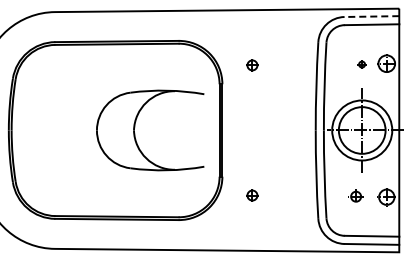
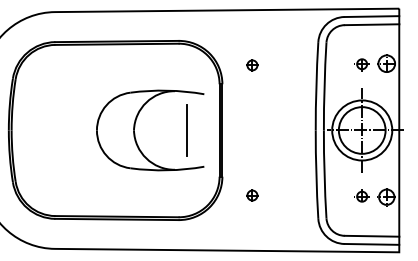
line at (371, 16): dashed -> solid
part at (361, 64) size: 10x9 px -> 16x14 px
line at (187, 130): none -> present
part at (355, 195) position: (355, 195) -> (361, 195)
